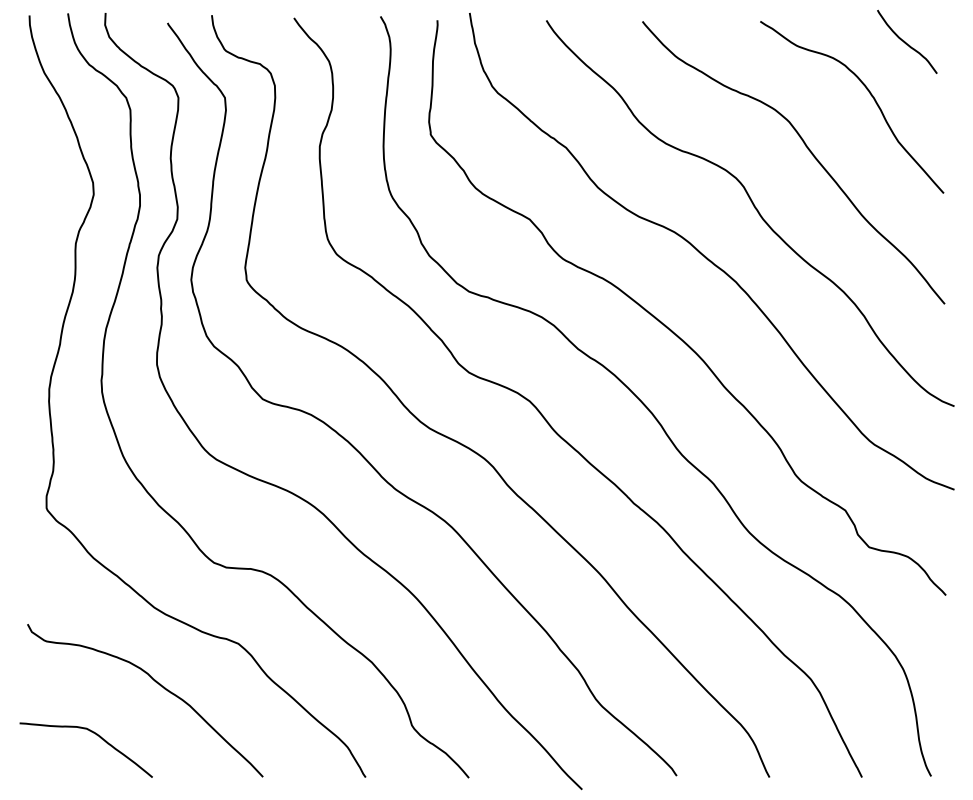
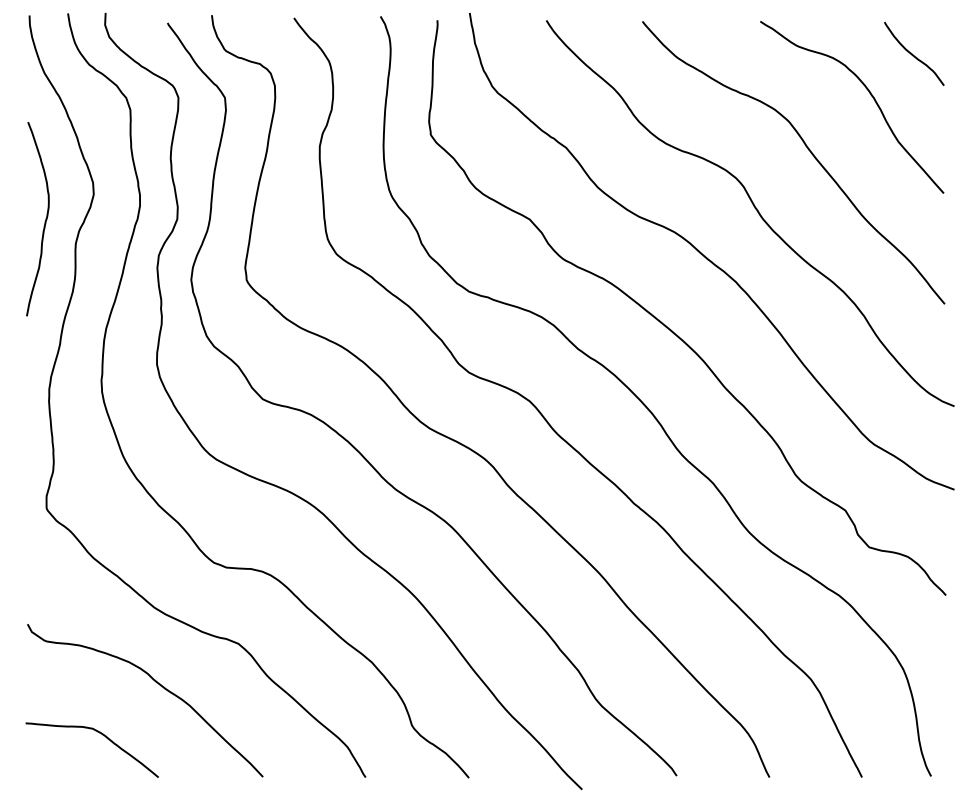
curve at (906, 42) position: (906, 42) -> (913, 54)
curve at (44, 221): none -> present
curve at (96, 735) position: (96, 735) -> (102, 735)
